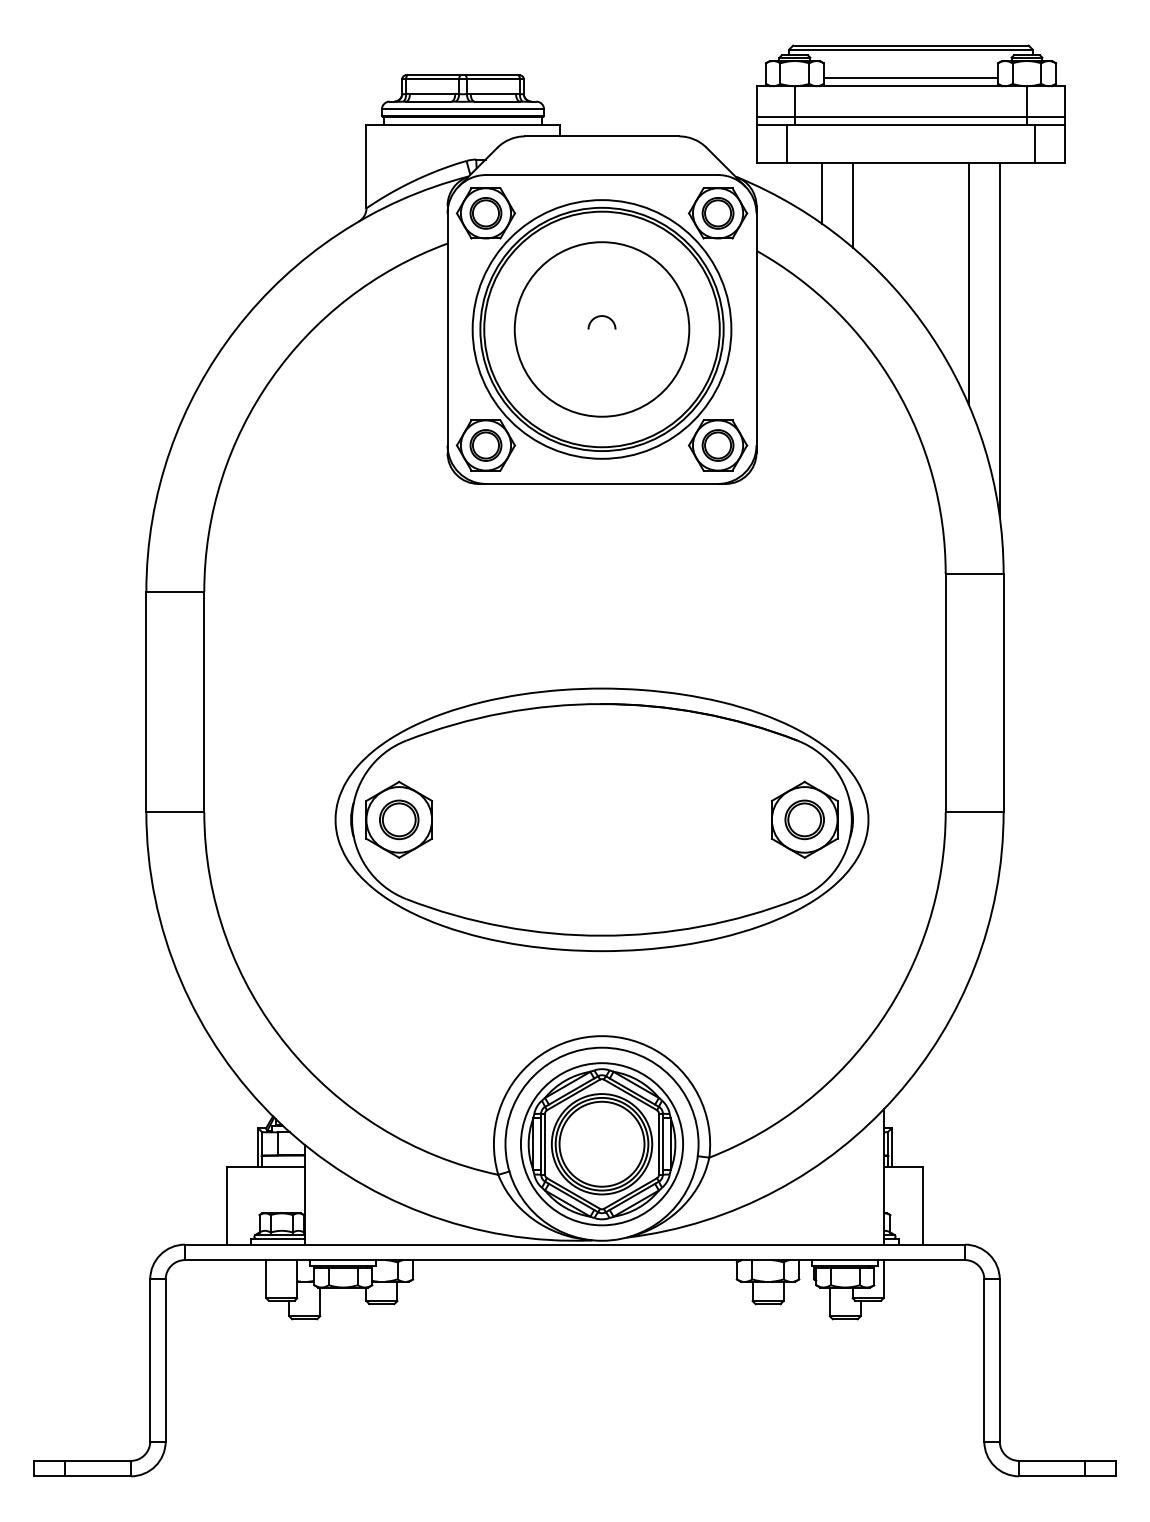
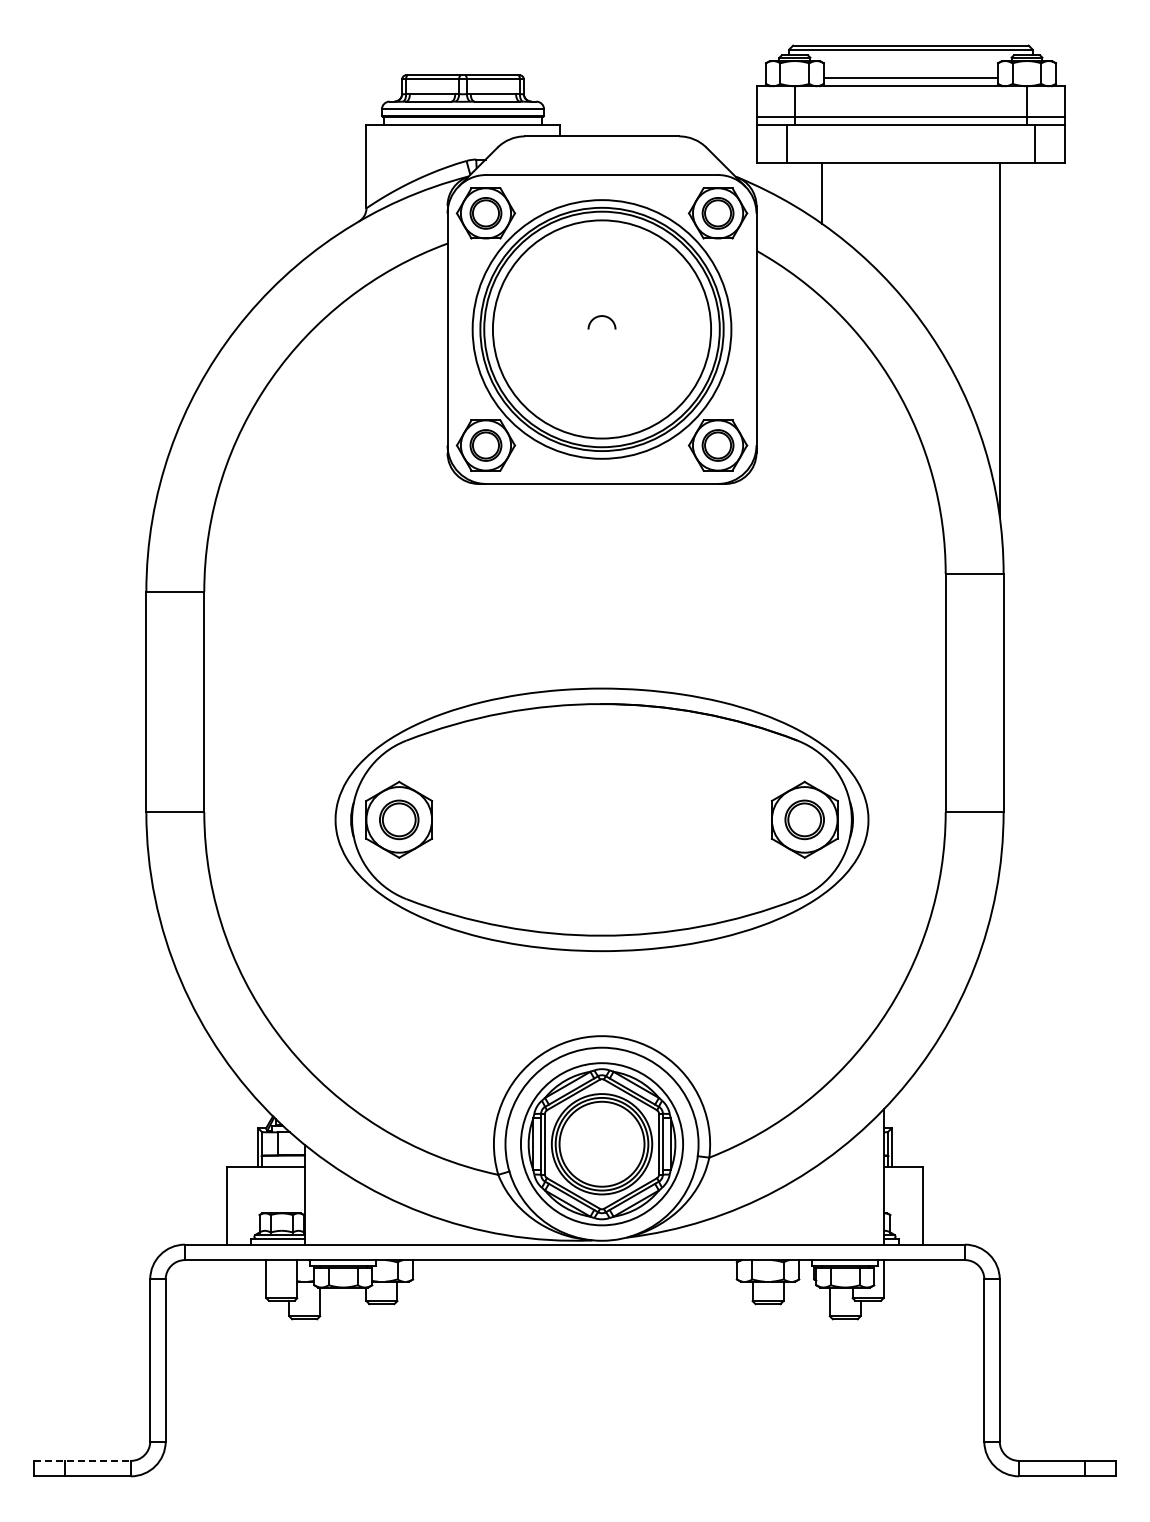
line at (853, 205): present -> none
line at (968, 283): present -> none
circle at (601, 329) diameter: 175 px -> 218 px
line at (83, 1460): solid -> dashed
